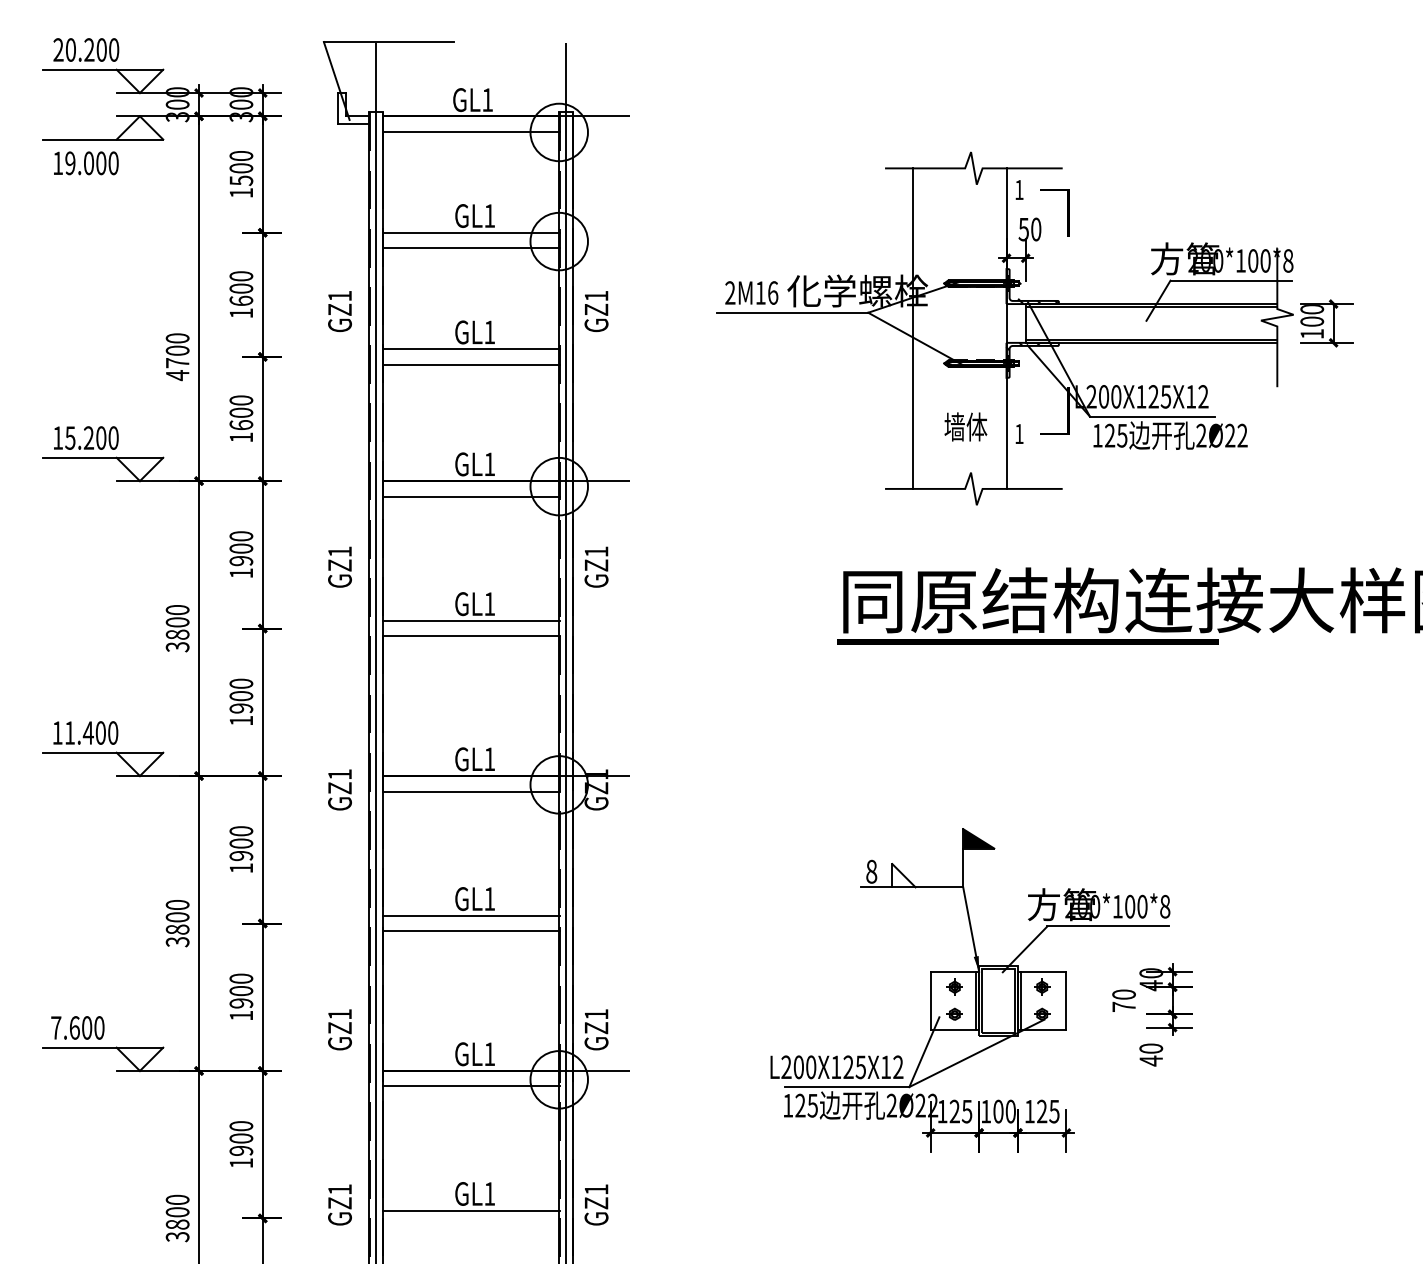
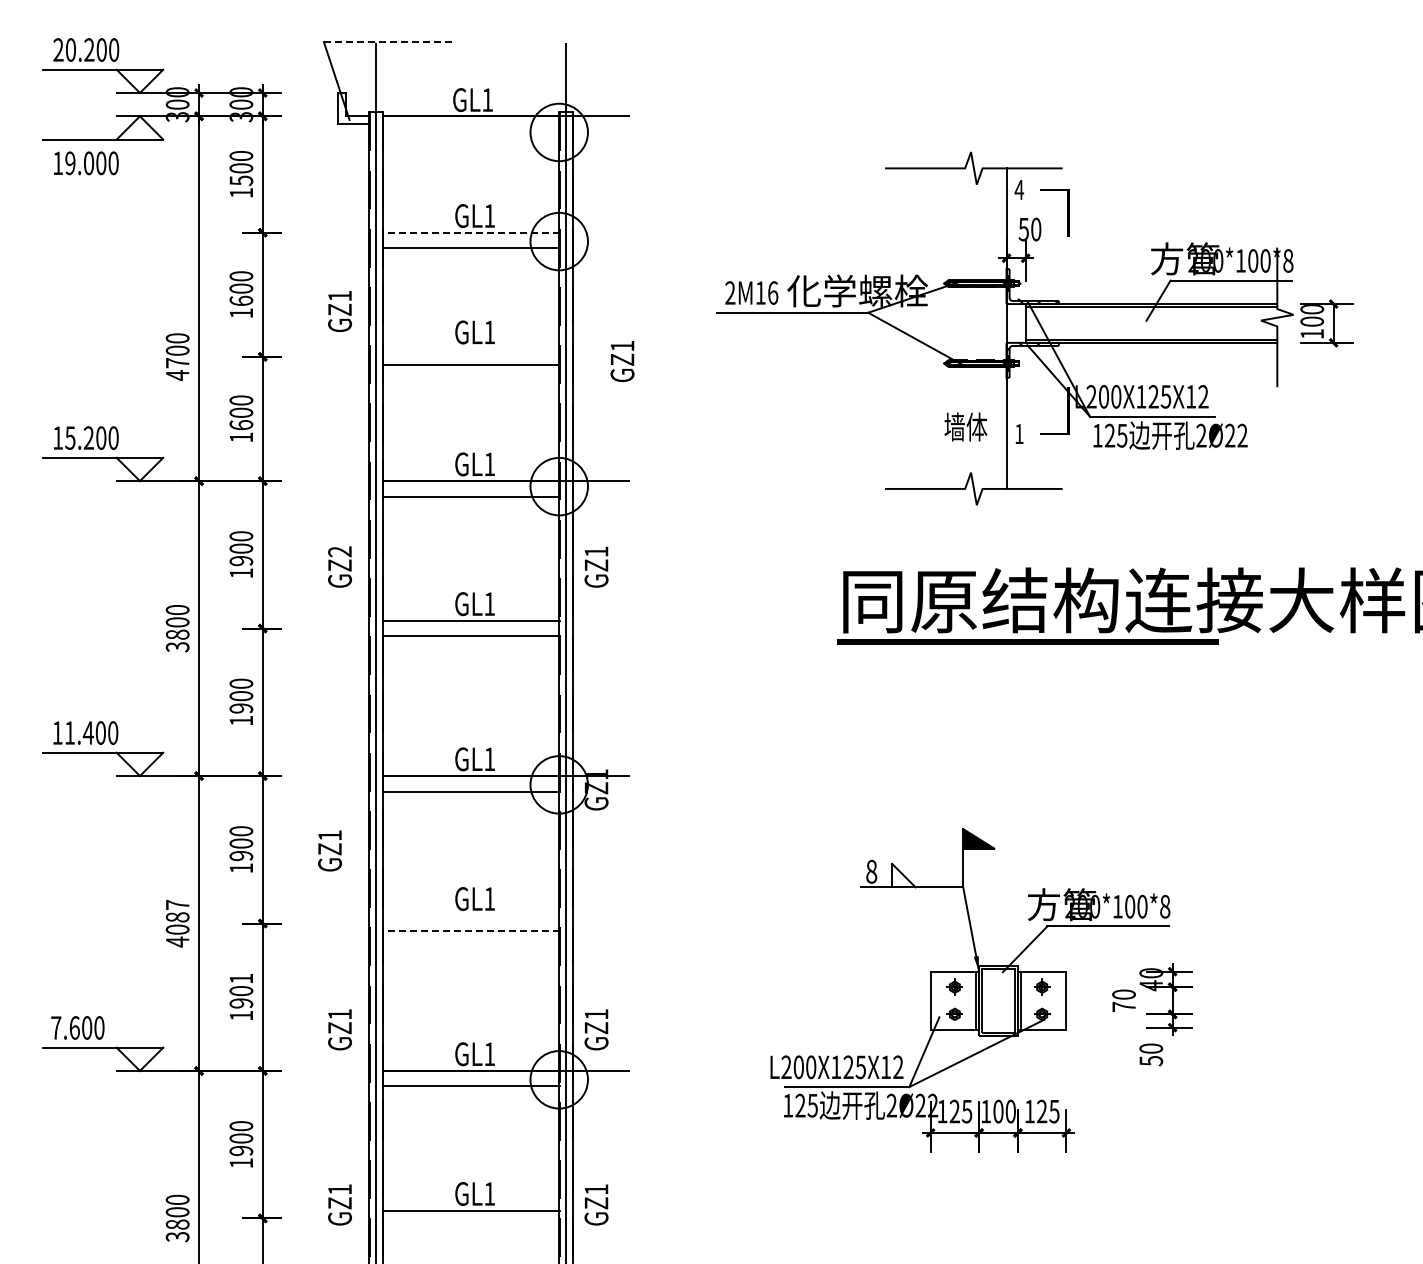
line at (388, 42): solid -> dashed
line at (471, 131): present -> none
text at (1019, 189): 1 -> 4
line at (471, 232): solid -> dashed
text at (596, 311) position: (596, 311) -> (622, 361)
line at (913, 328): present -> none
line at (471, 349): present -> none
text at (339, 551): GZ1 -> GZ2
text at (339, 789) position: (339, 789) -> (329, 850)
line at (471, 915): present -> none
text at (177, 923): 3800 -> 4087
line at (471, 931): solid -> dashed
text at (241, 978): 1900 -> 1901
text at (1151, 1060): 40 -> 50
